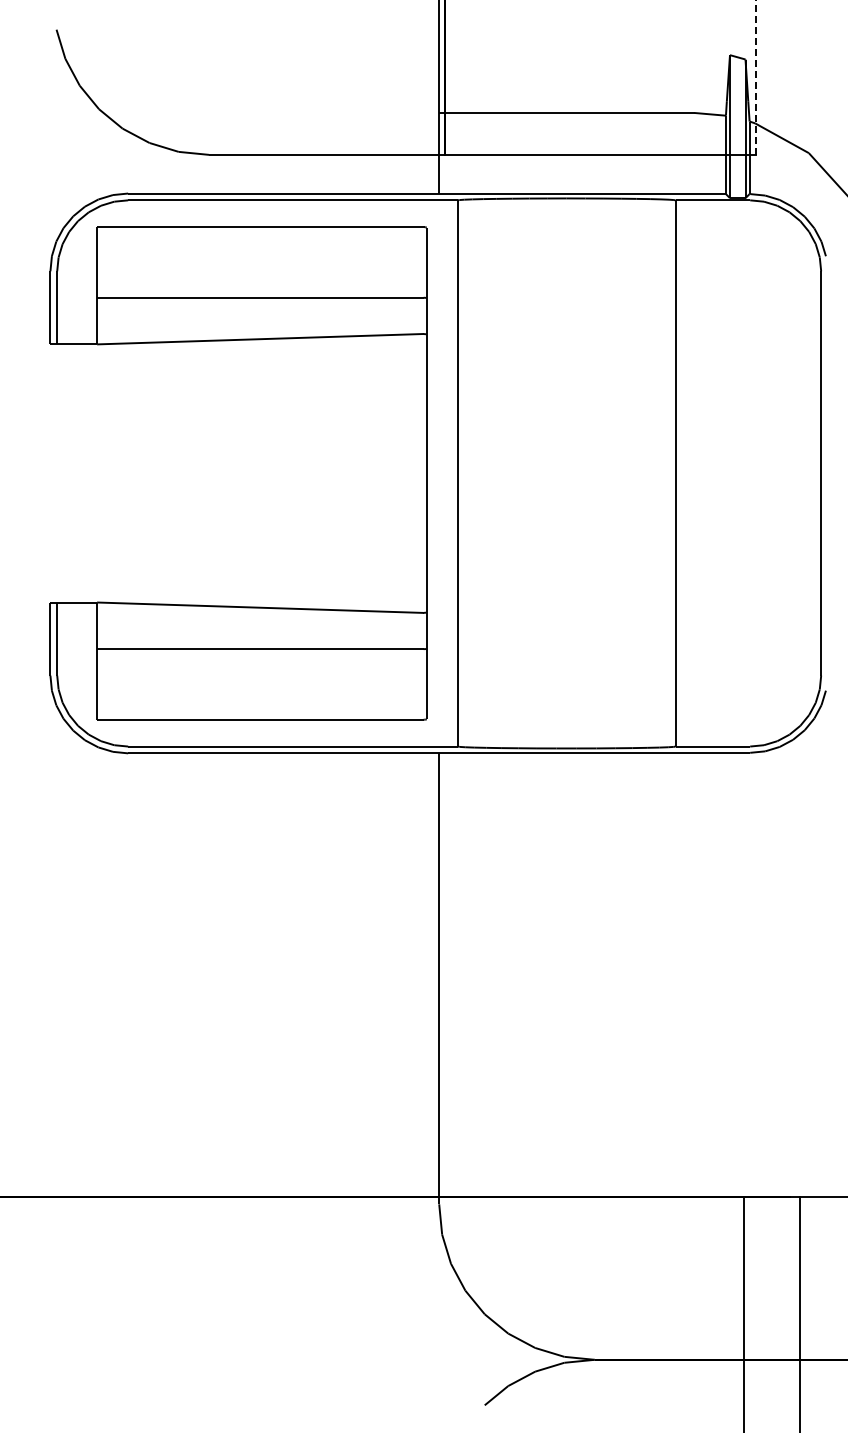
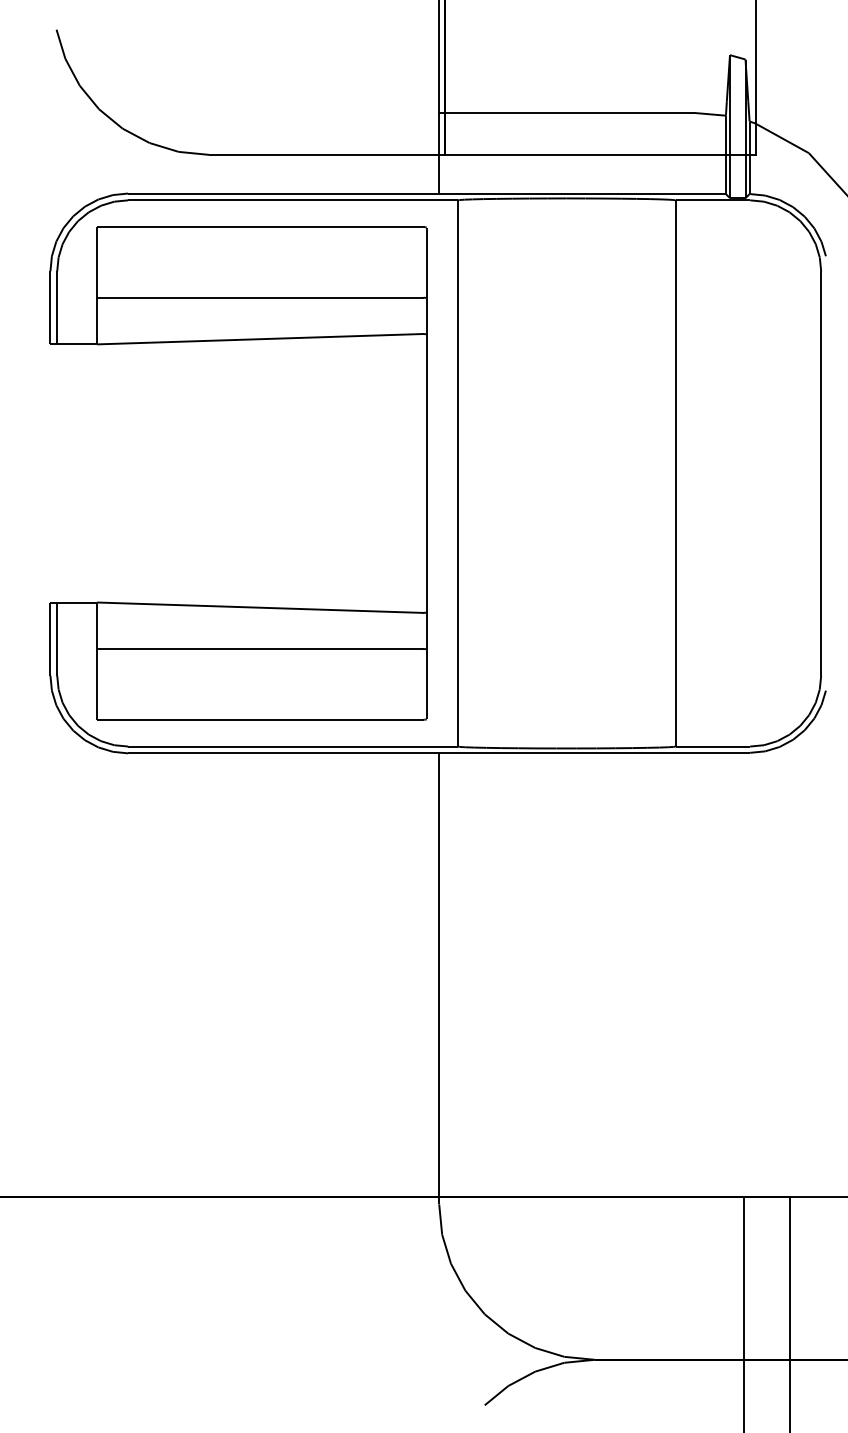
line at (755, 76): dashed -> solid
line at (800, 1312) position: (800, 1312) -> (790, 1312)
